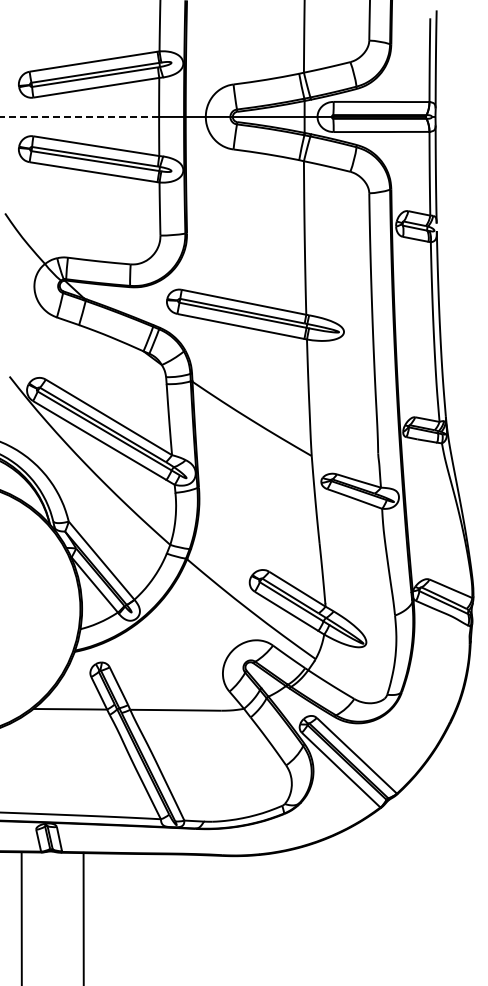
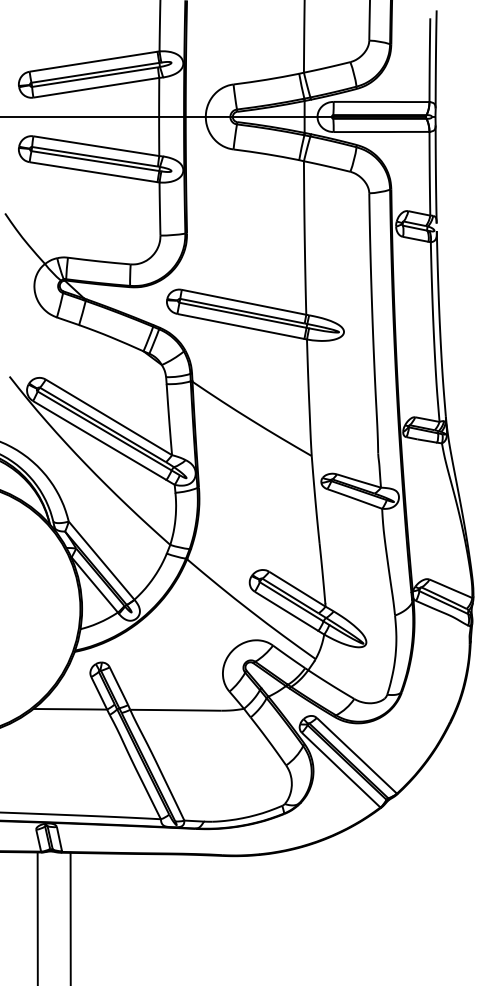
line at (79, 116): dashed -> solid
line at (21, 917) position: (21, 917) -> (37, 917)
line at (83, 917) position: (83, 917) -> (70, 917)
